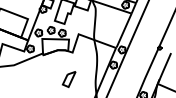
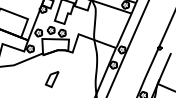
part at (68, 79) position: (68, 79) -> (51, 79)
